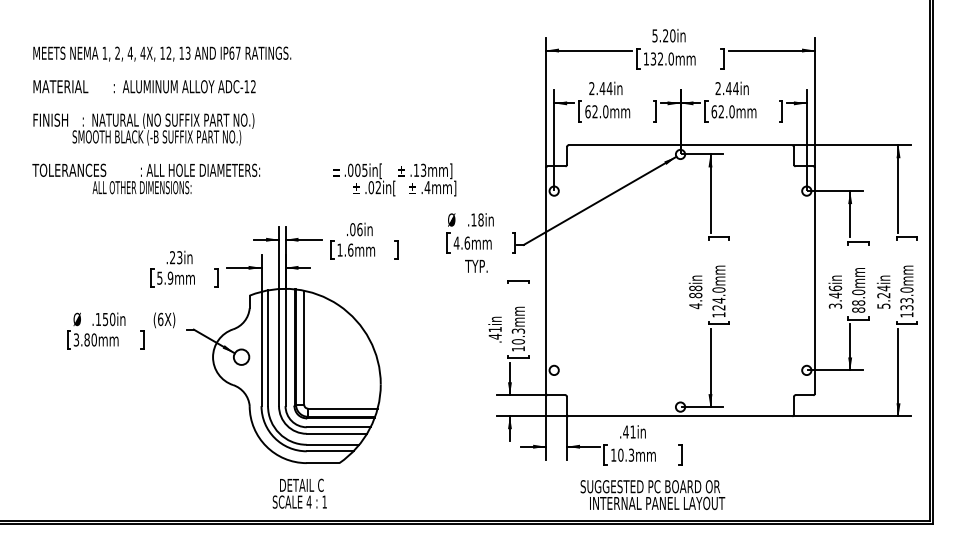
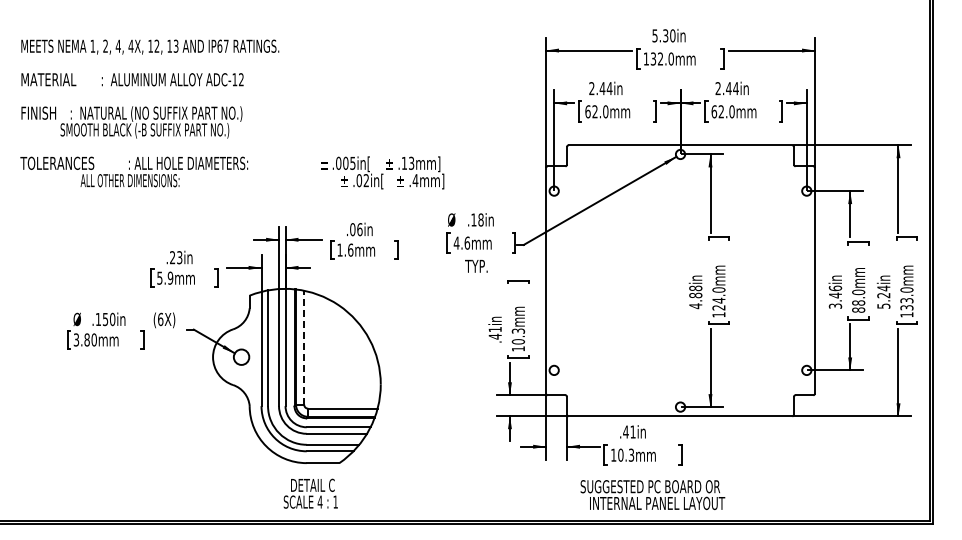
text at (665, 36): 5.20in -> 5.30in
text at (244, 121) position: (244, 121) -> (232, 114)
line at (304, 347): solid -> dashed
text at (299, 493) position: (299, 493) -> (310, 493)
